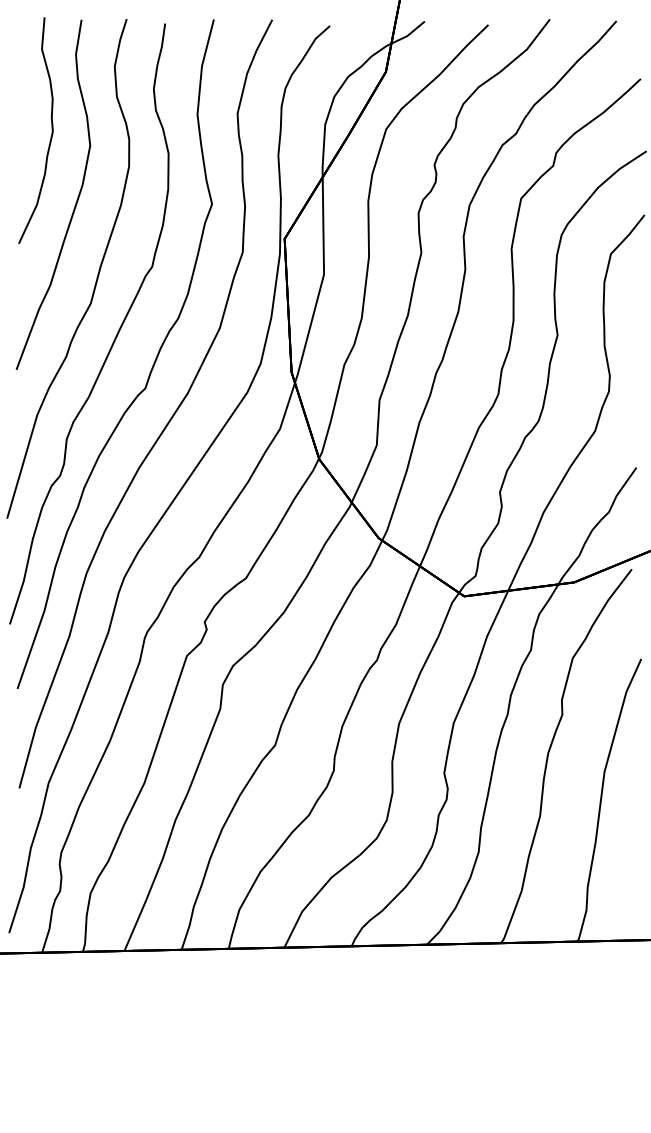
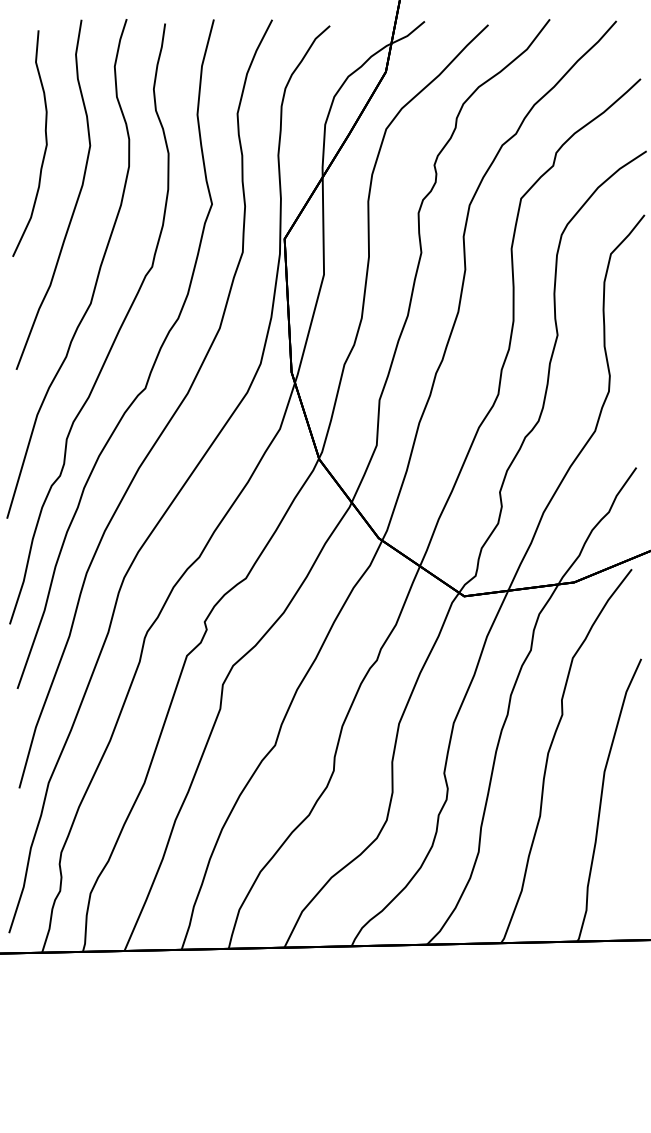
curve at (51, 130) position: (51, 130) -> (45, 143)
